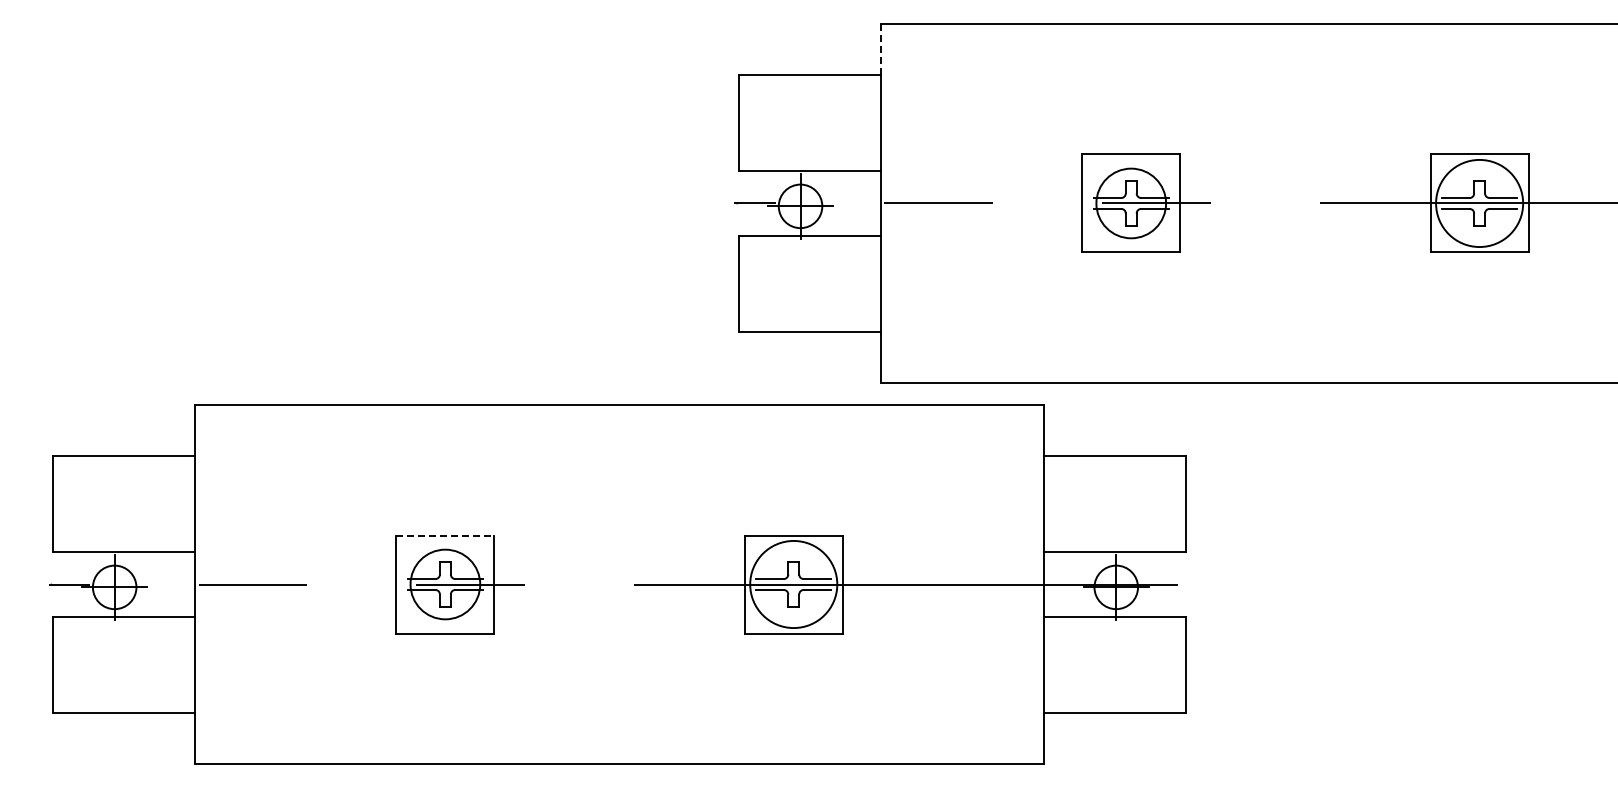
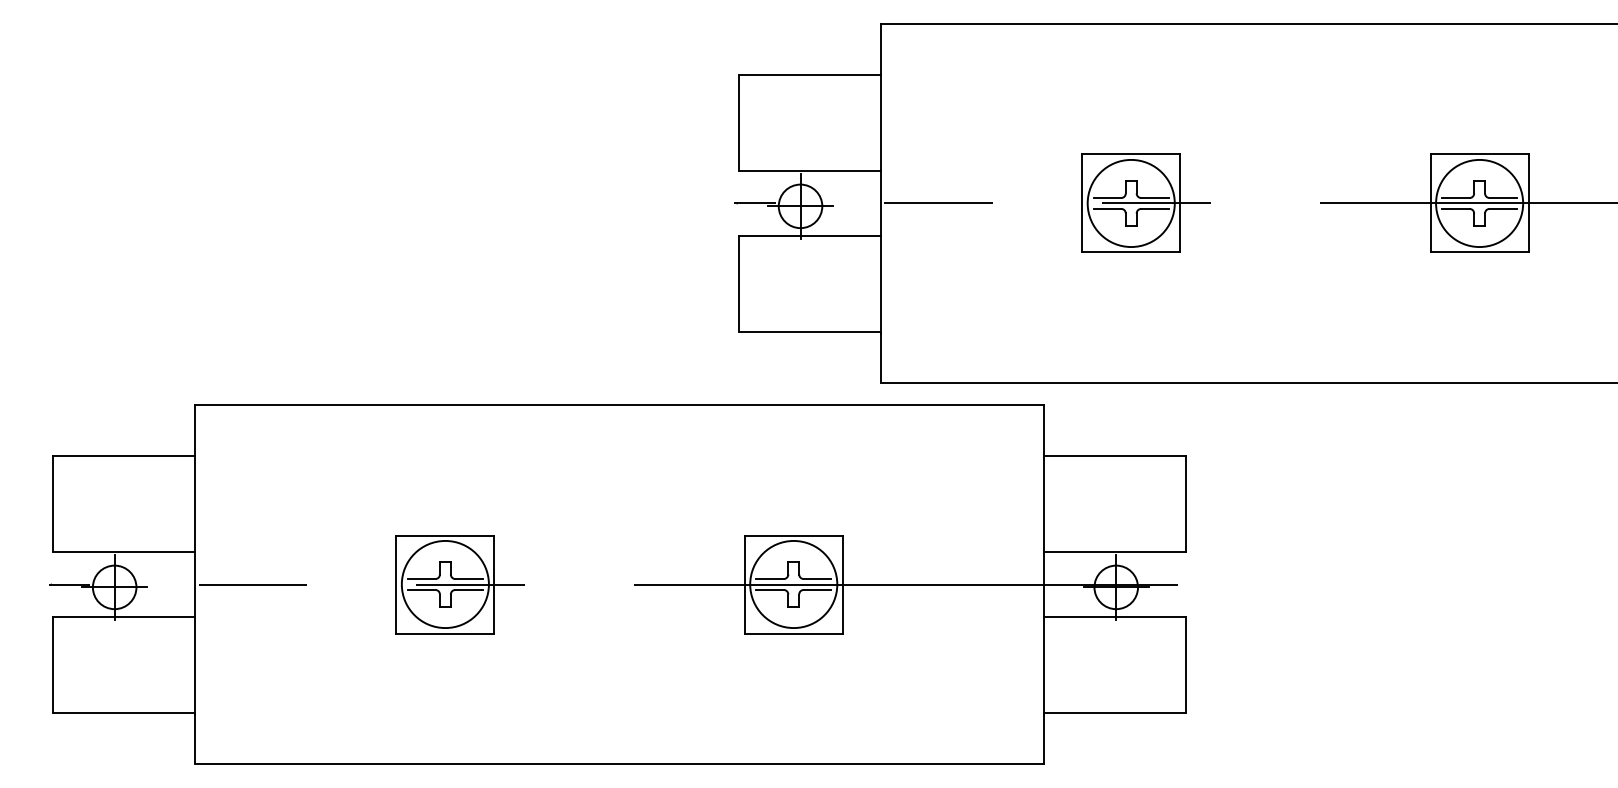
line at (880, 49): dashed -> solid
circle at (1131, 203) diameter: 70 px -> 87 px
line at (445, 535): dashed -> solid
circle at (445, 584) diameter: 70 px -> 87 px
